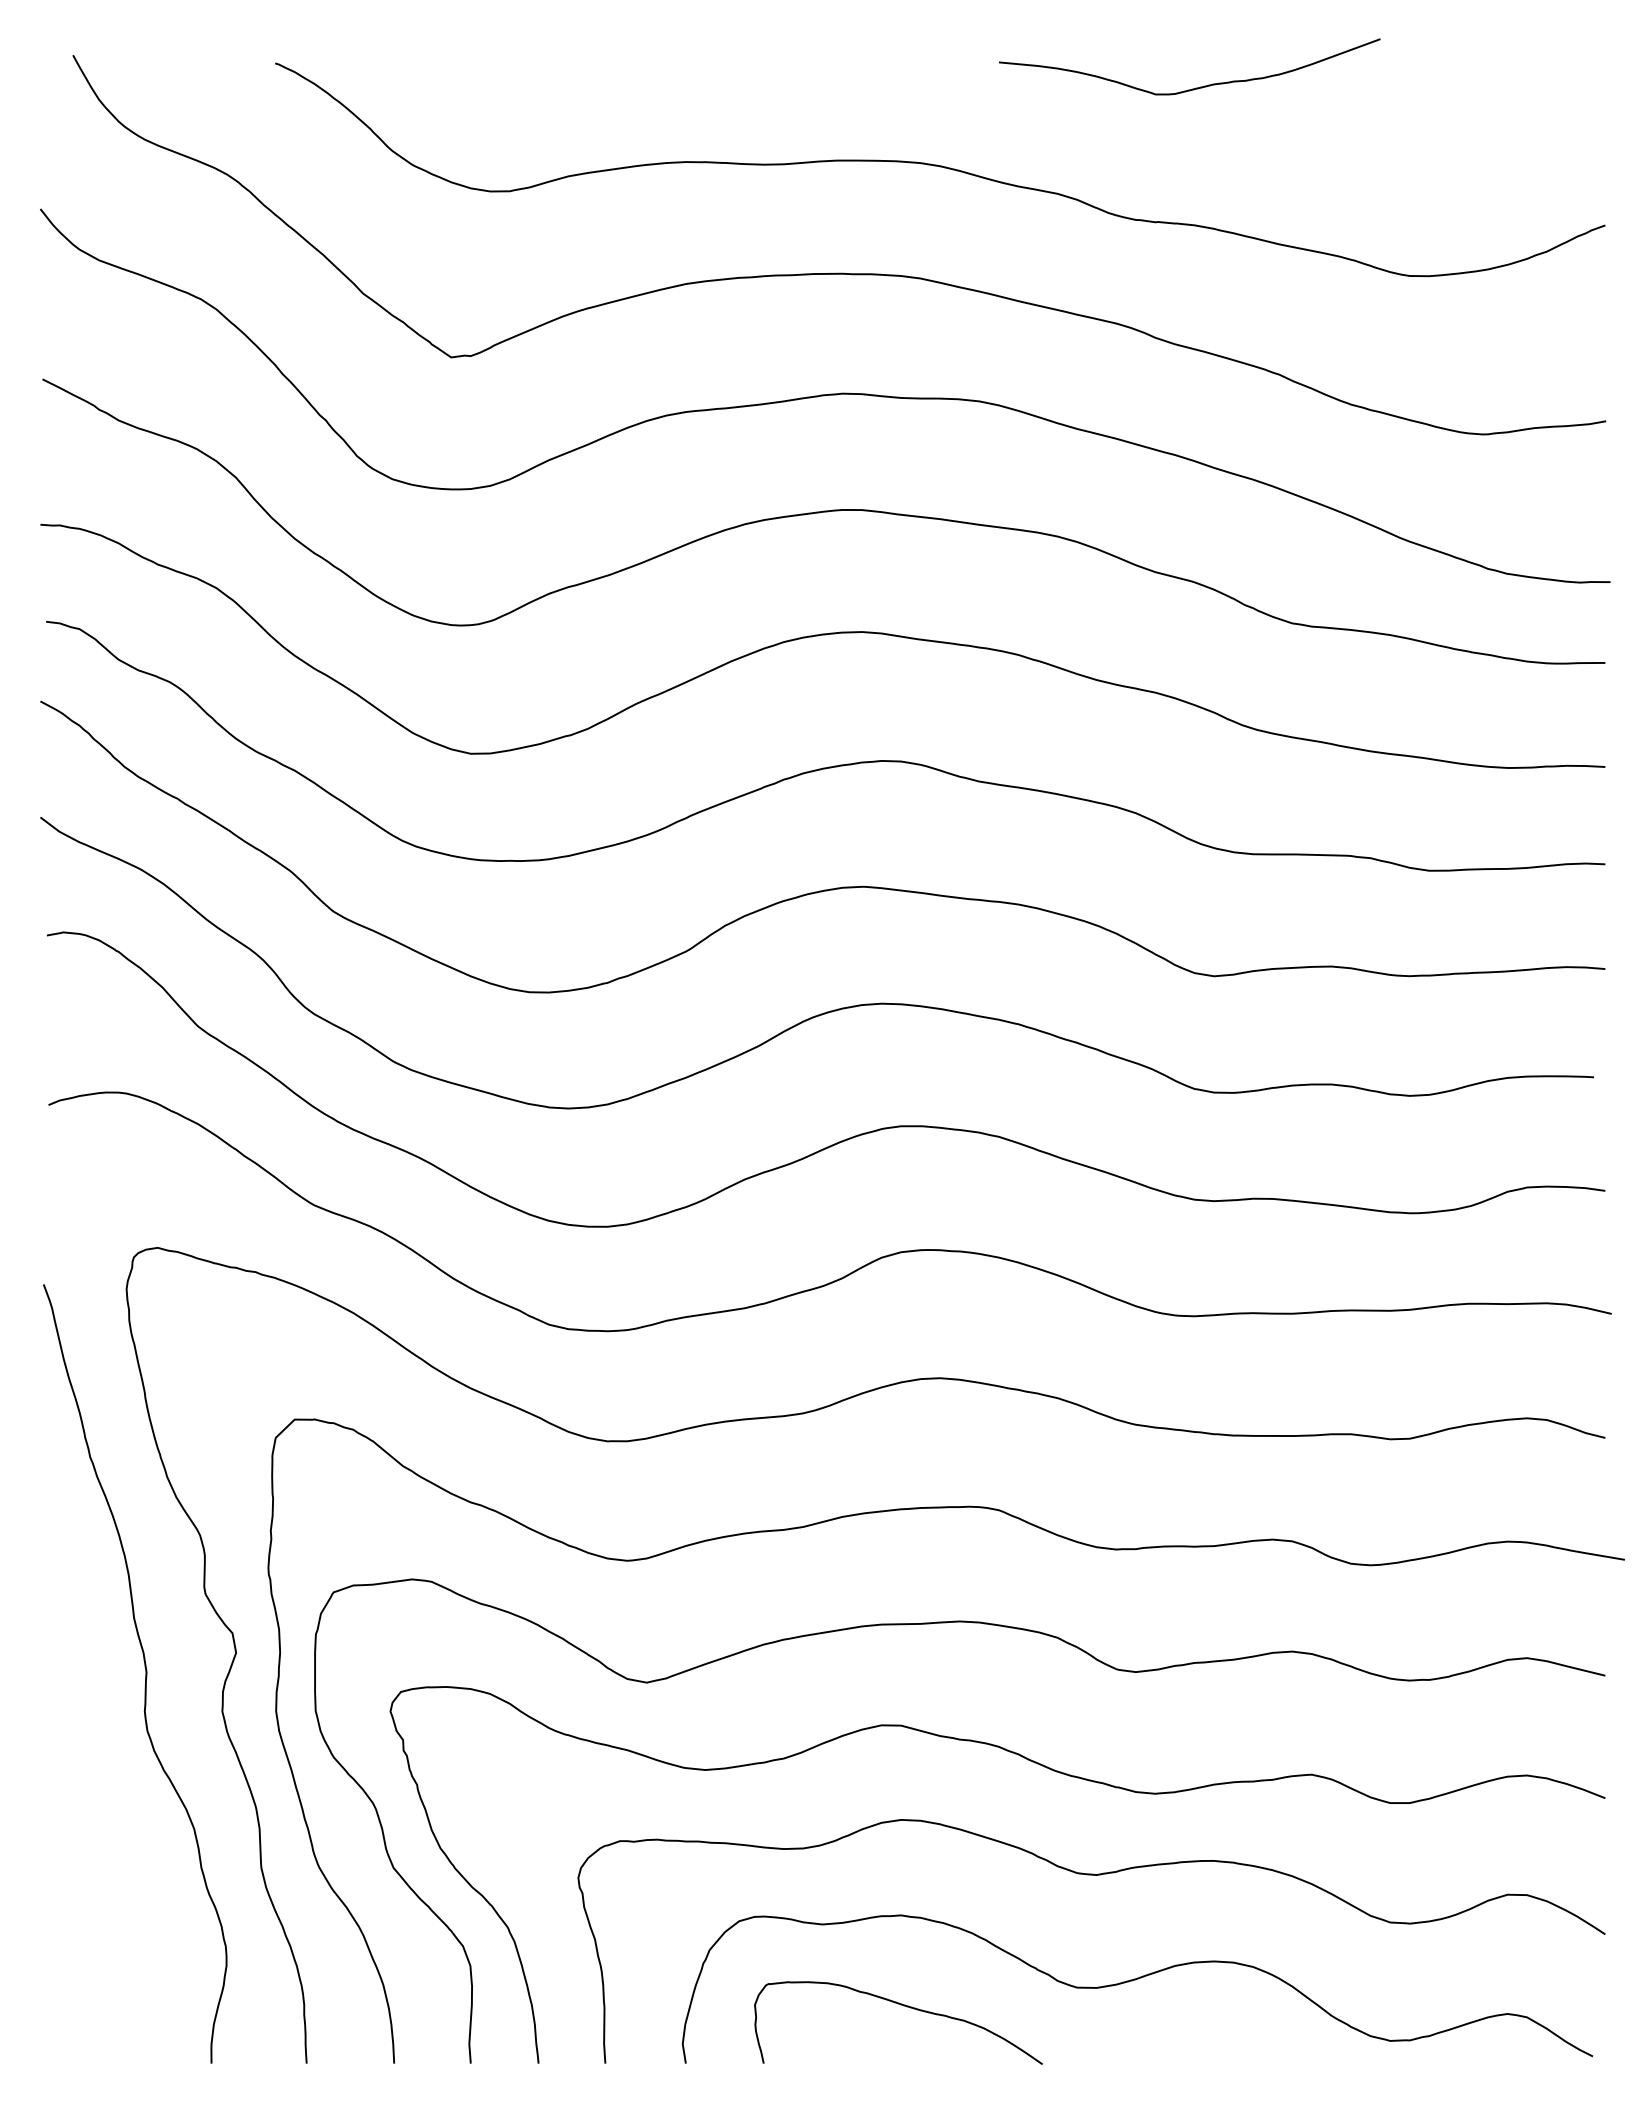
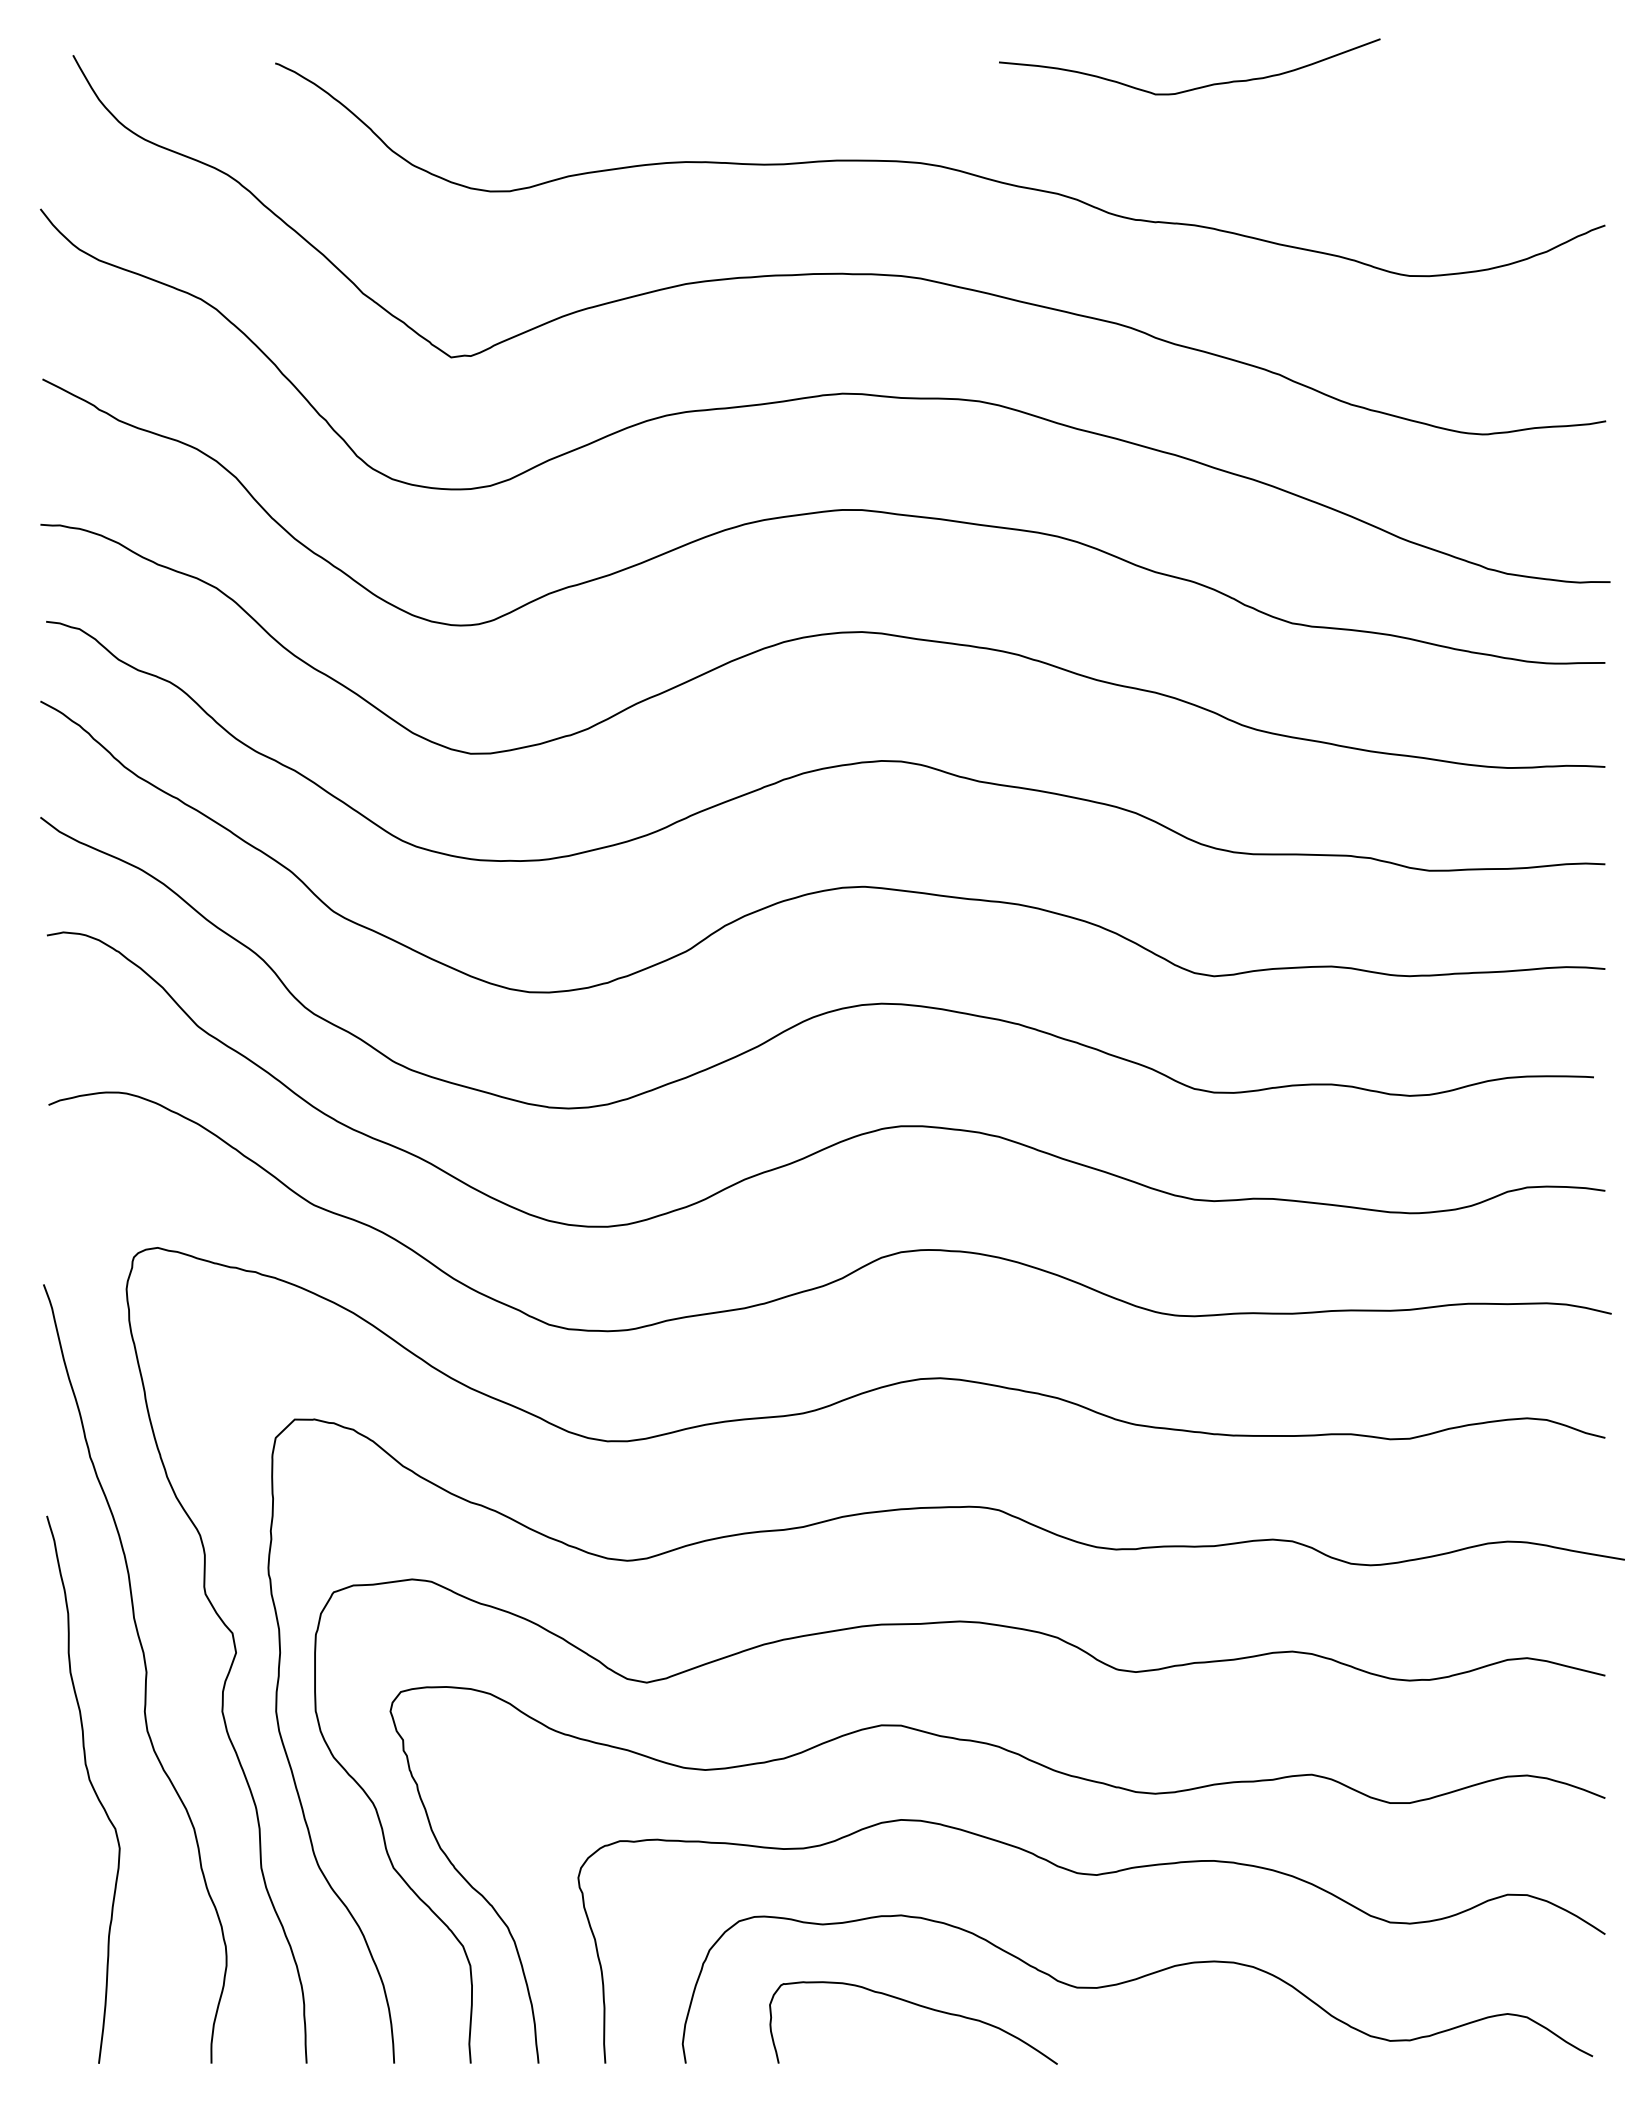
curve at (91, 1786): none -> present
curve at (903, 2006) position: (903, 2006) -> (918, 2006)
